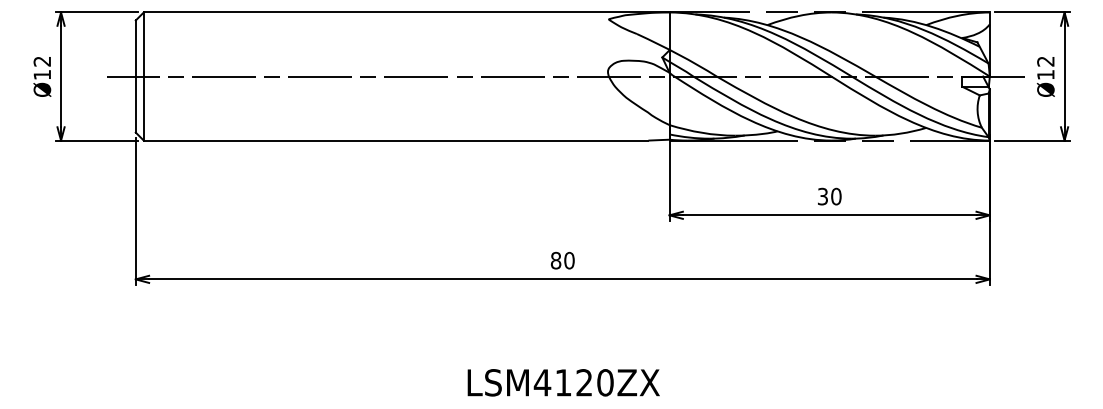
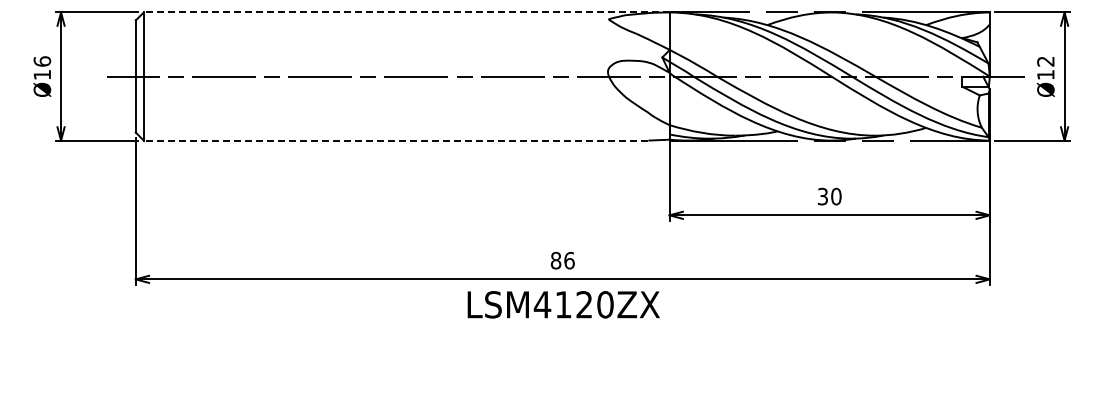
line at (406, 12): solid -> dashed
text at (42, 61): Ø12 -> Ø16
line at (395, 140): solid -> dashed
text at (569, 260): 80 -> 86
text at (563, 382) position: (563, 382) -> (563, 304)
